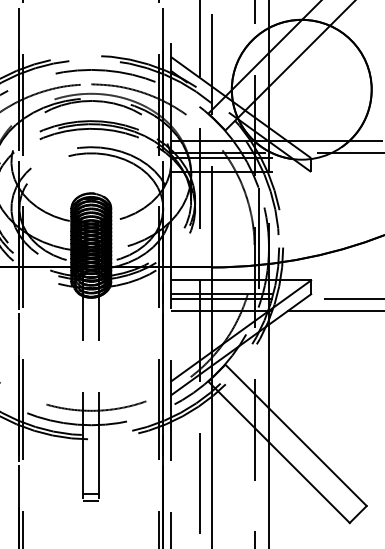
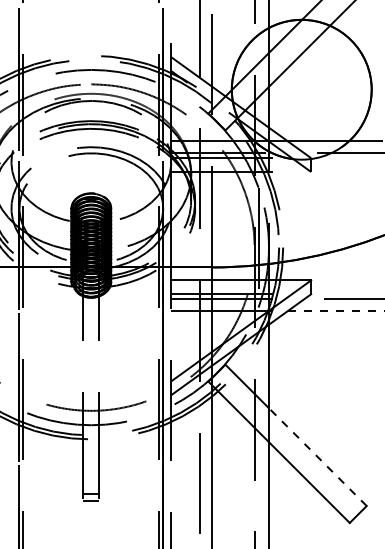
line at (336, 310): solid -> dashed
line at (317, 456): solid -> dashed
